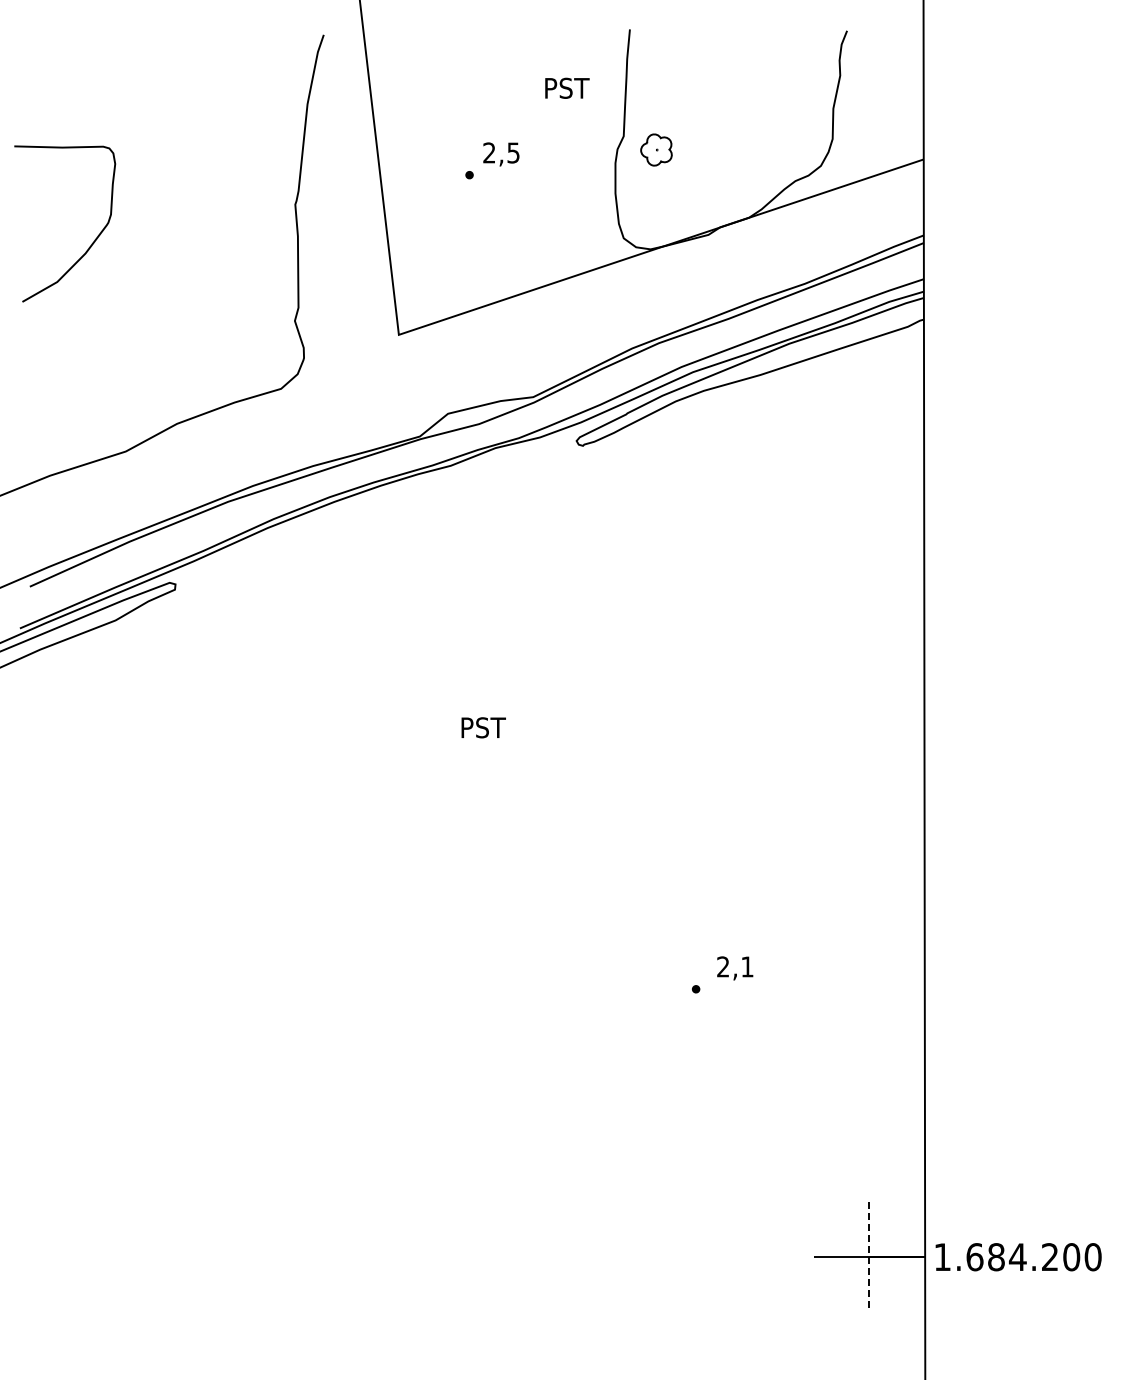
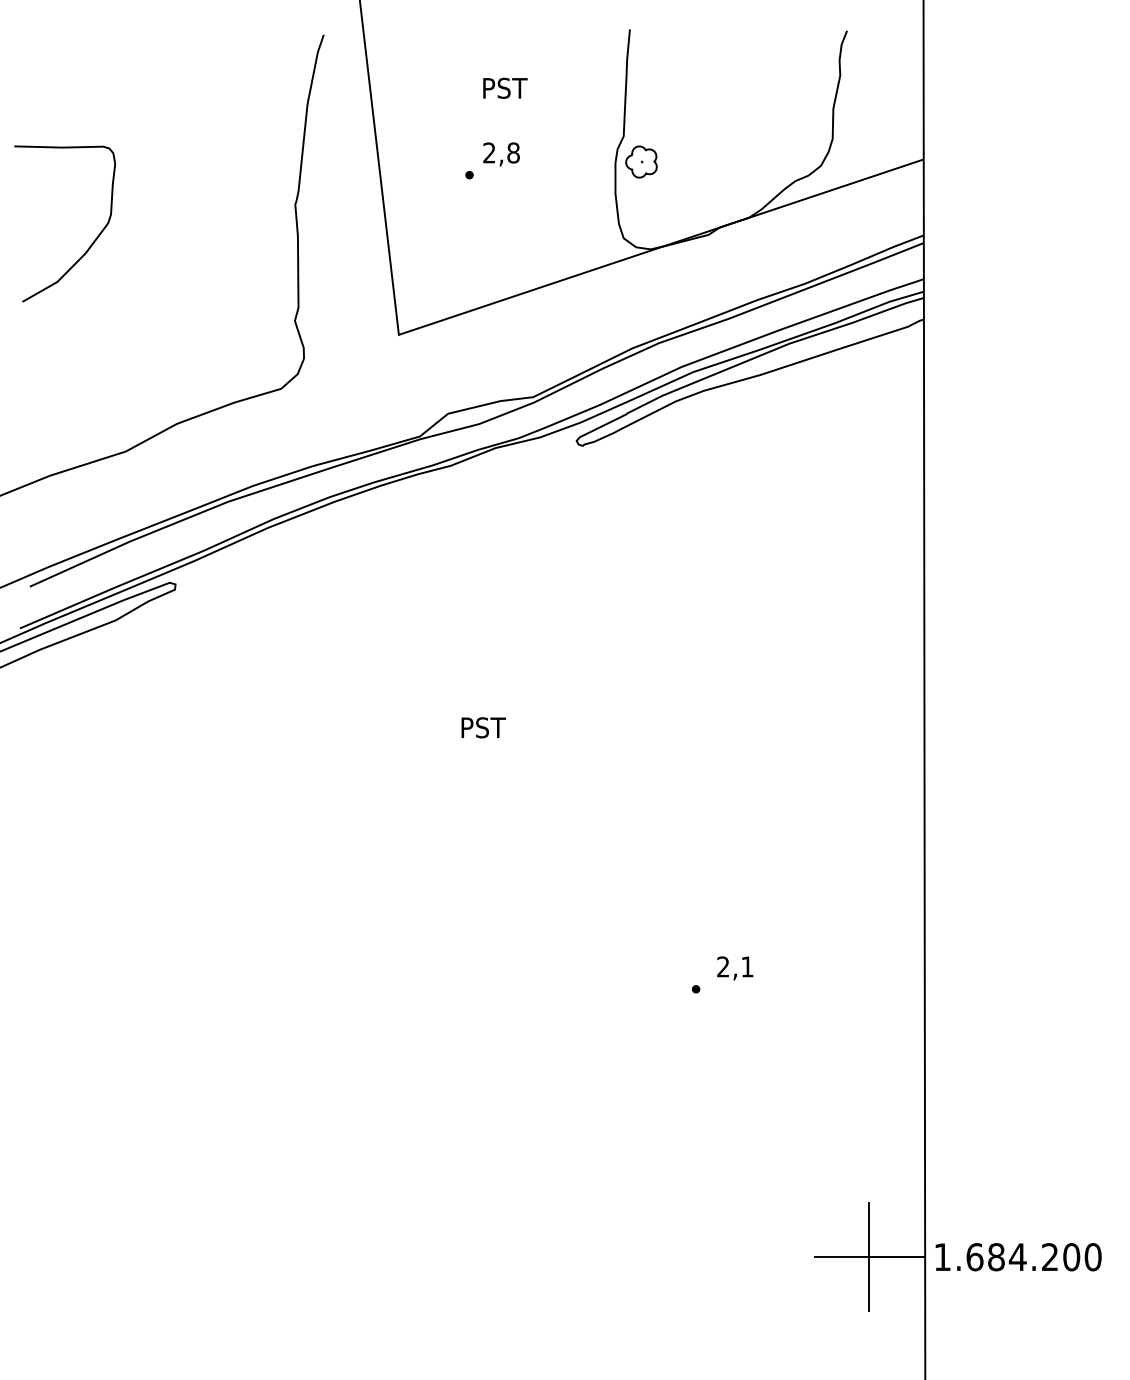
text at (567, 87) position: (567, 87) -> (505, 87)
part at (656, 149) position: (656, 149) -> (641, 161)
text at (513, 152): 2,5 -> 2,8
line at (868, 1257): dashed -> solid
